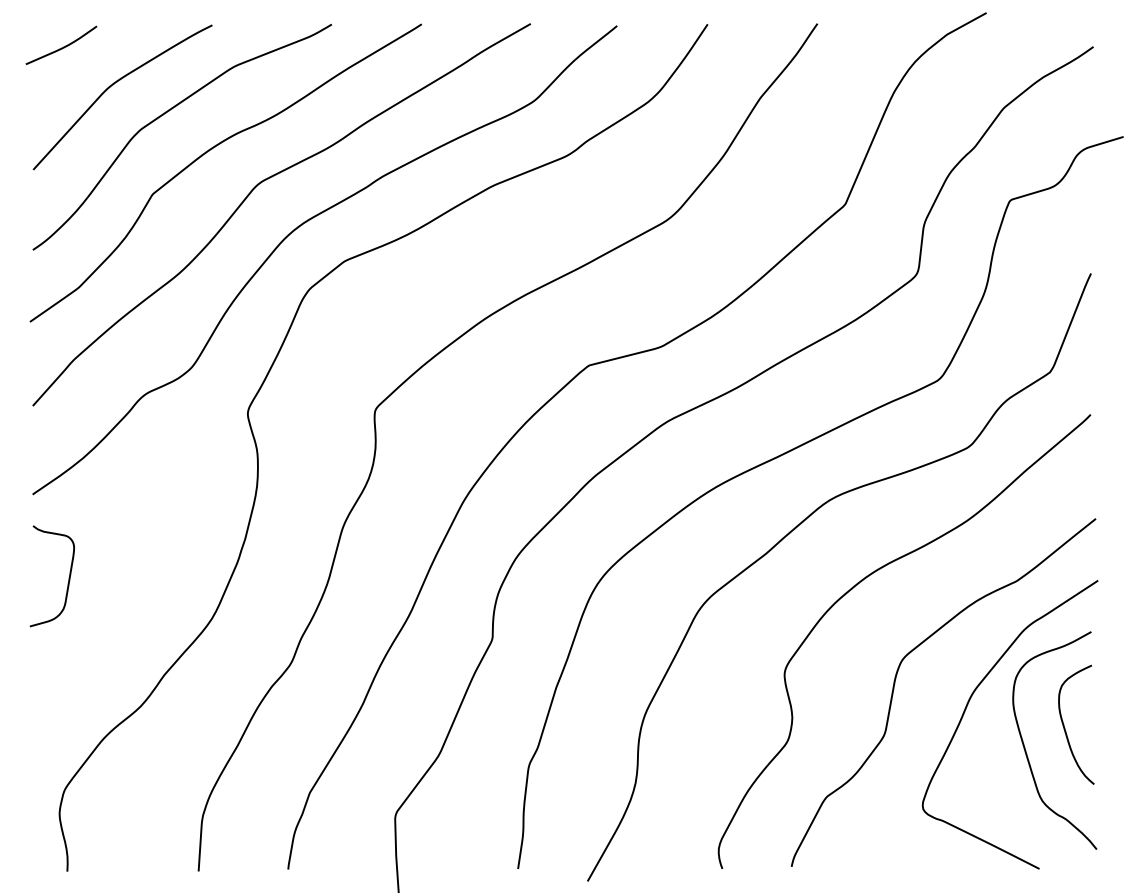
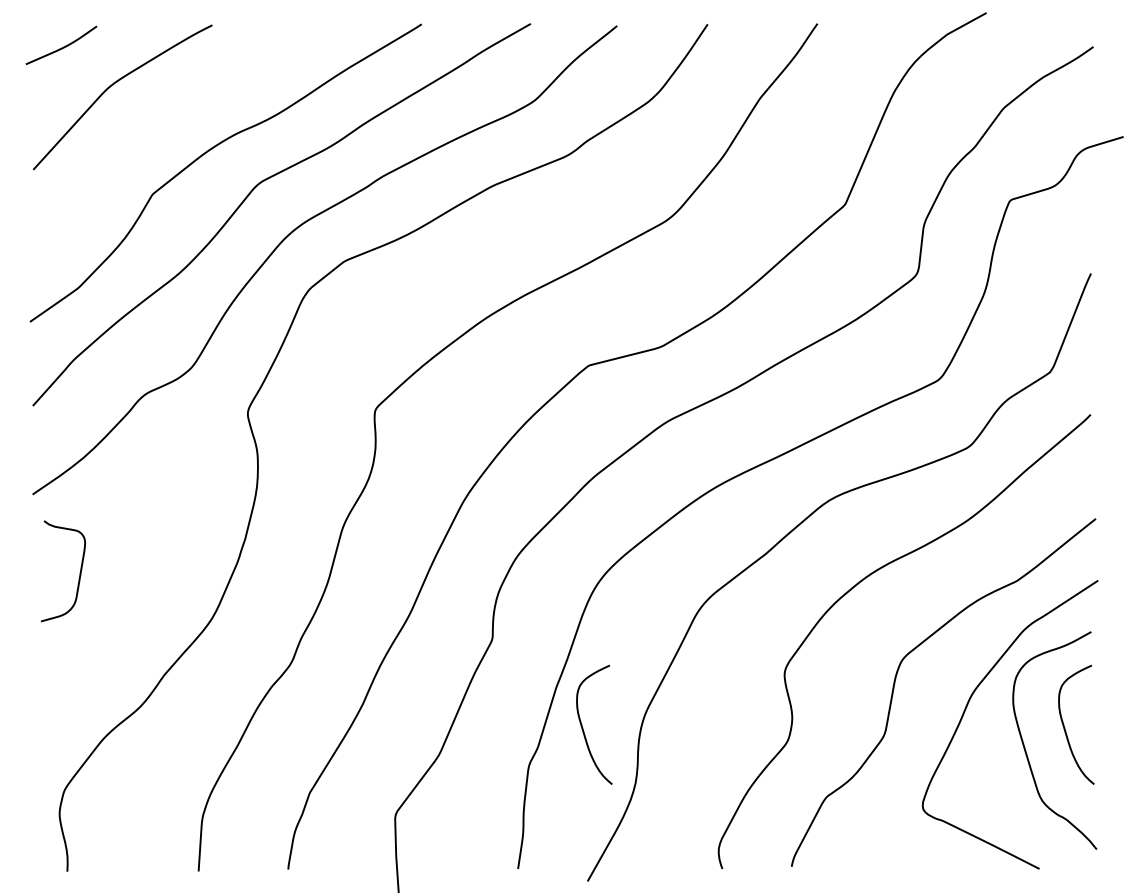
curve at (166, 113): present -> none
curve at (68, 577) position: (68, 577) -> (79, 572)
curve at (583, 727): none -> present
